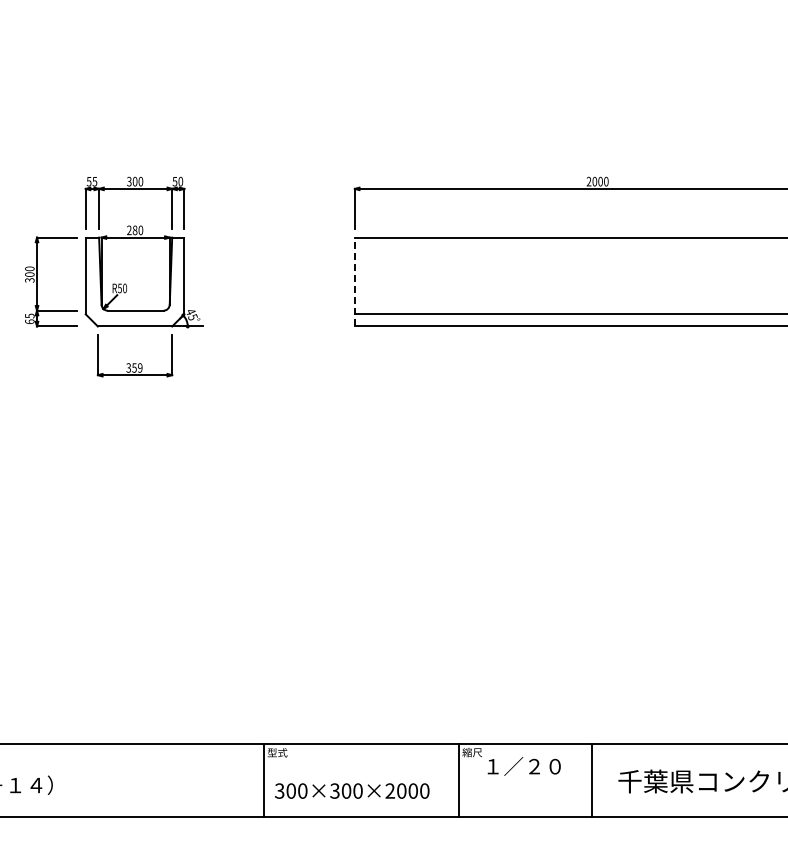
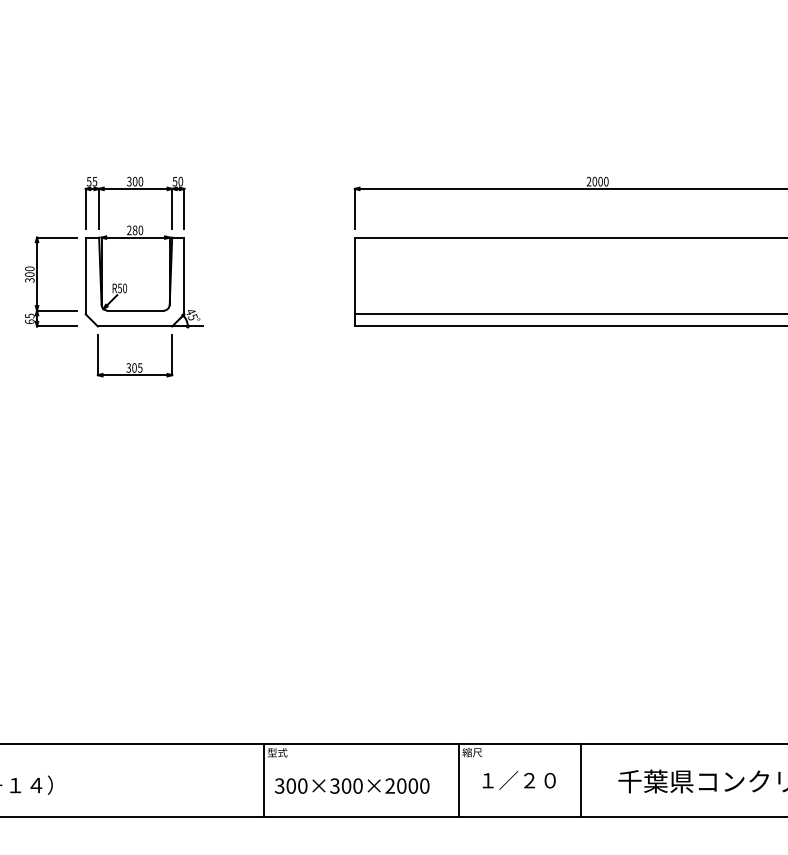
line at (354, 281): dashed -> solid
text at (137, 367): 359 -> 305
text at (523, 766) position: (523, 766) -> (518, 780)
line at (591, 779) position: (591, 779) -> (580, 779)
text at (352, 790) position: (352, 790) -> (352, 785)
